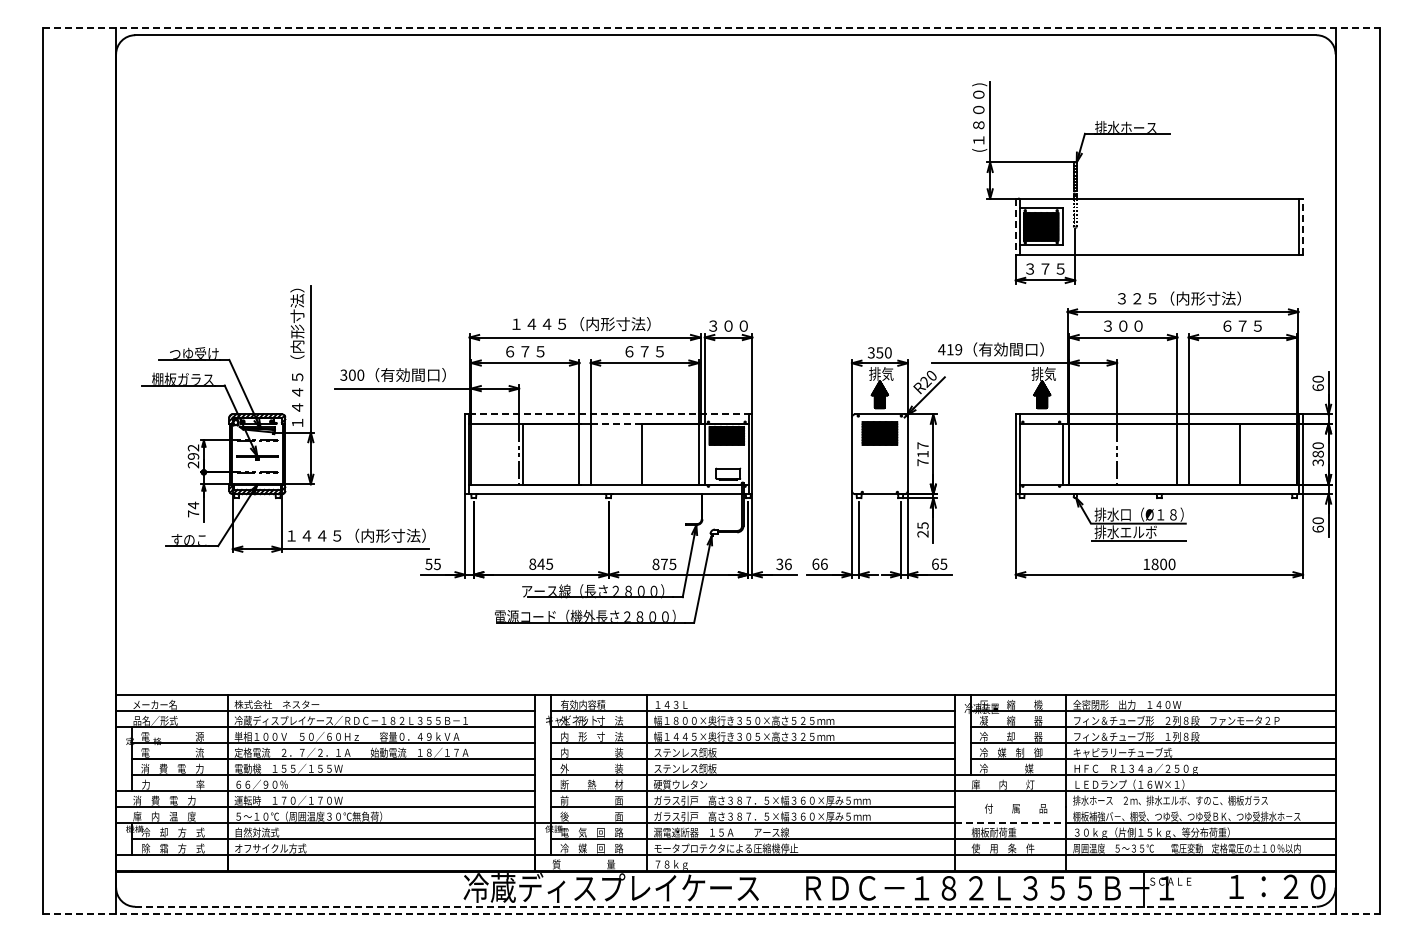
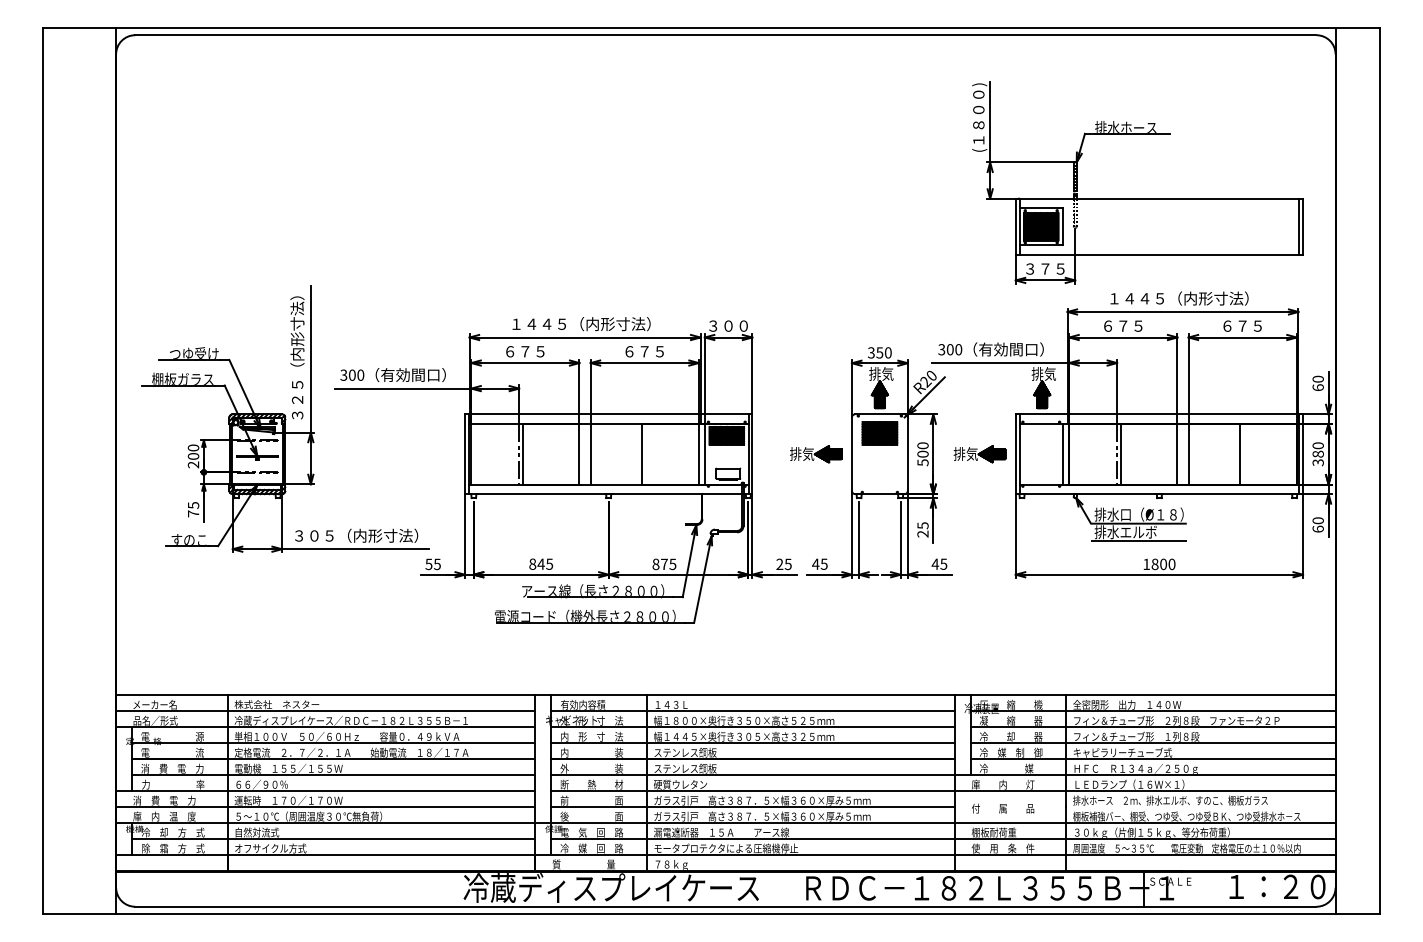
line at (711, 28): dashed -> solid
line at (1303, 226): dashed -> solid
line at (1015, 227): dashed -> solid
text at (1179, 298): ３２５（内形寸法） -> １４４５（内形寸法）
text at (1123, 325): ３００ -> ６７５
text at (950, 349): 419 -> 300
text at (297, 357): １４４５（内形寸法） -> ３２５（内形寸法）
line at (608, 414): dashed -> solid
line at (616, 423): dashed -> solid
text at (193, 451): 292 -> 200
line at (1120, 453): none -> present
part at (816, 454): none -> present
text at (922, 454): 717 -> 500
part at (979, 454): none -> present
text at (193, 505): 74 -> 75
text at (356, 535): １４４５（内形寸法） -> ３０５（内形寸法）
text at (819, 563): 66 -> 45
text at (935, 563): 65 -> 45
text at (783, 564): 36 -> 25
text at (1016, 808) position: (1016, 808) -> (1003, 808)
line at (1010, 823): dashed -> solid
line at (725, 906): dashed -> solid
line at (711, 913): dashed -> solid
